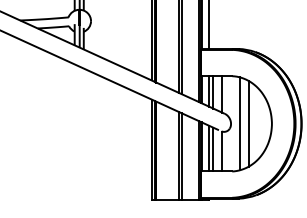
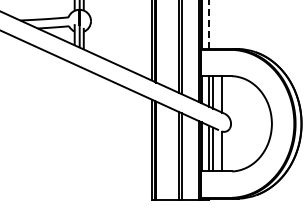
line at (209, 24): solid -> dashed
line at (239, 123): present -> none
line at (248, 123): present -> none
